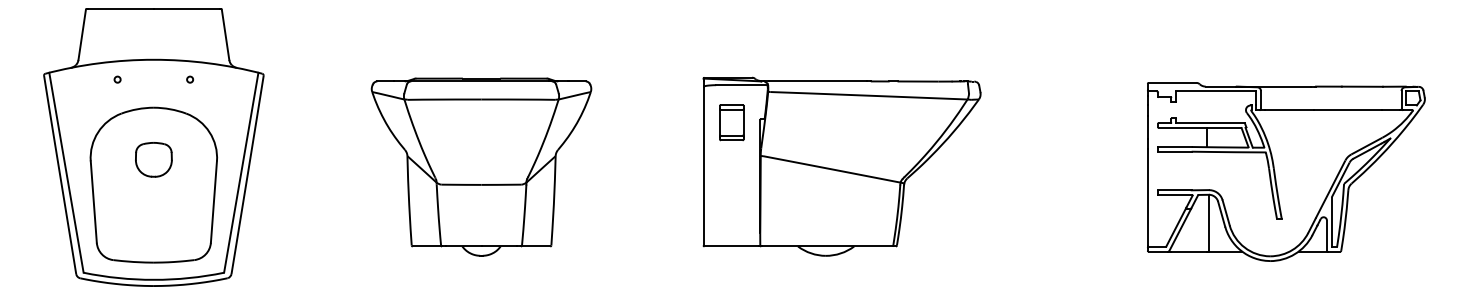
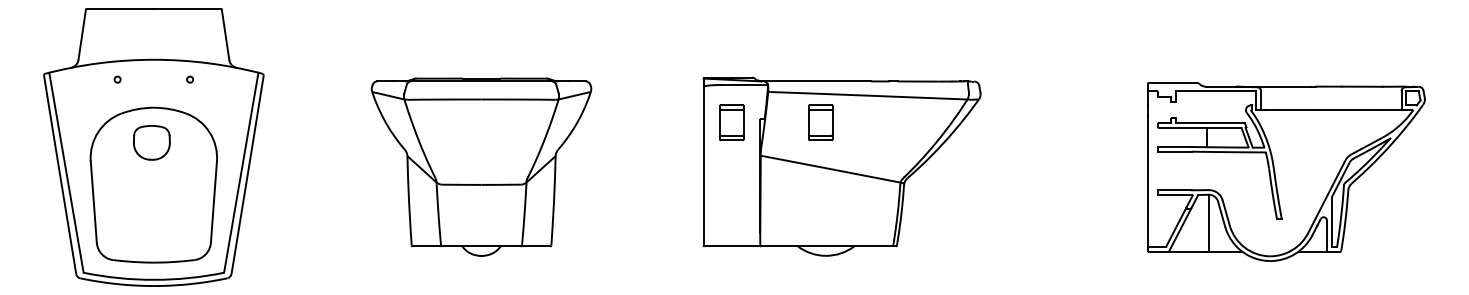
part at (820, 122): none -> present
part at (153, 159) position: (153, 159) -> (151, 142)
